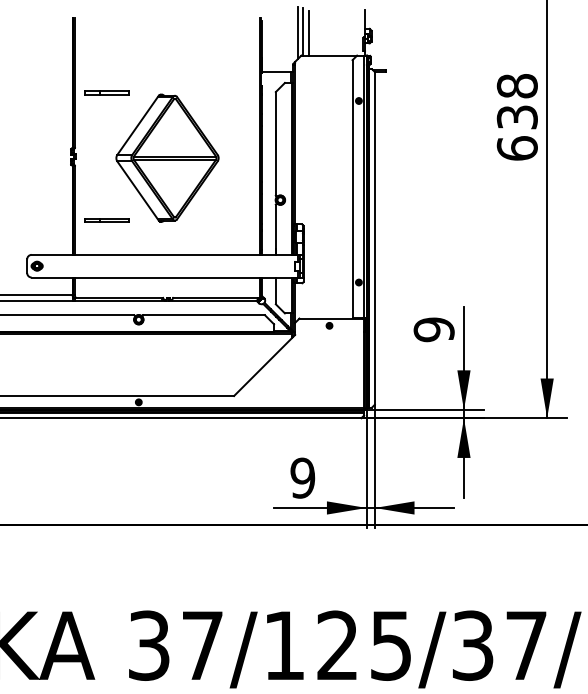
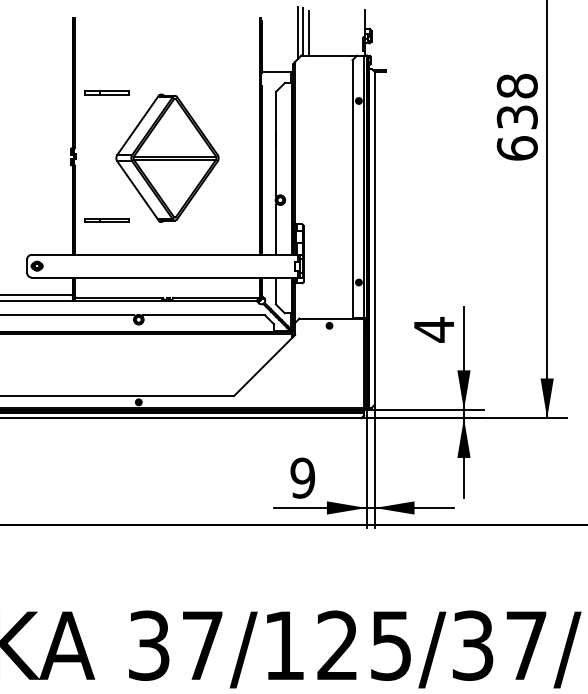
text at (433, 329): 9 -> 4
